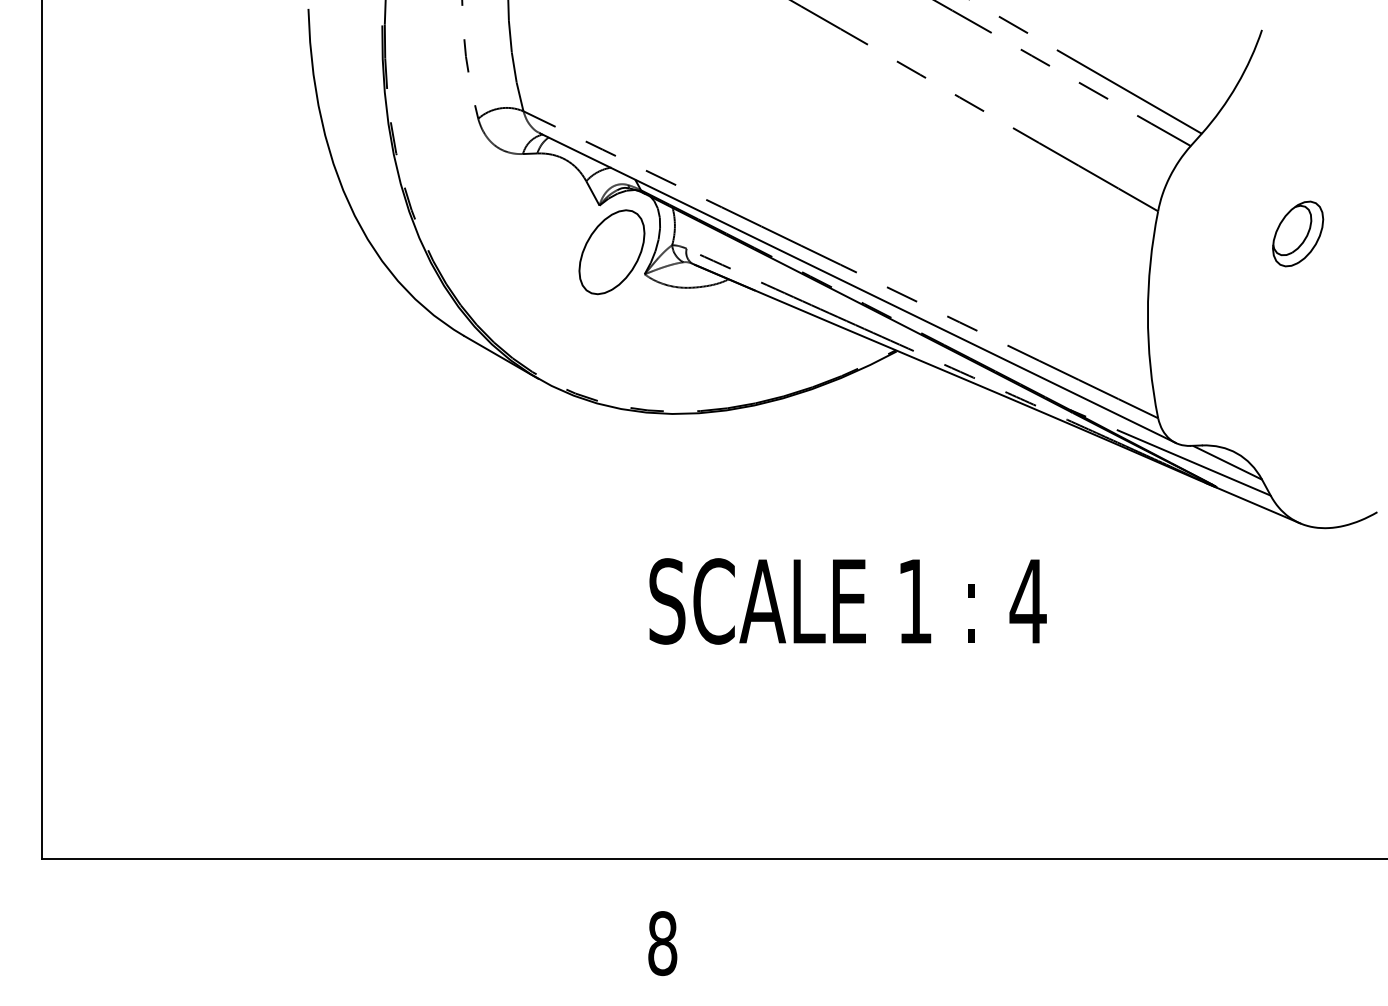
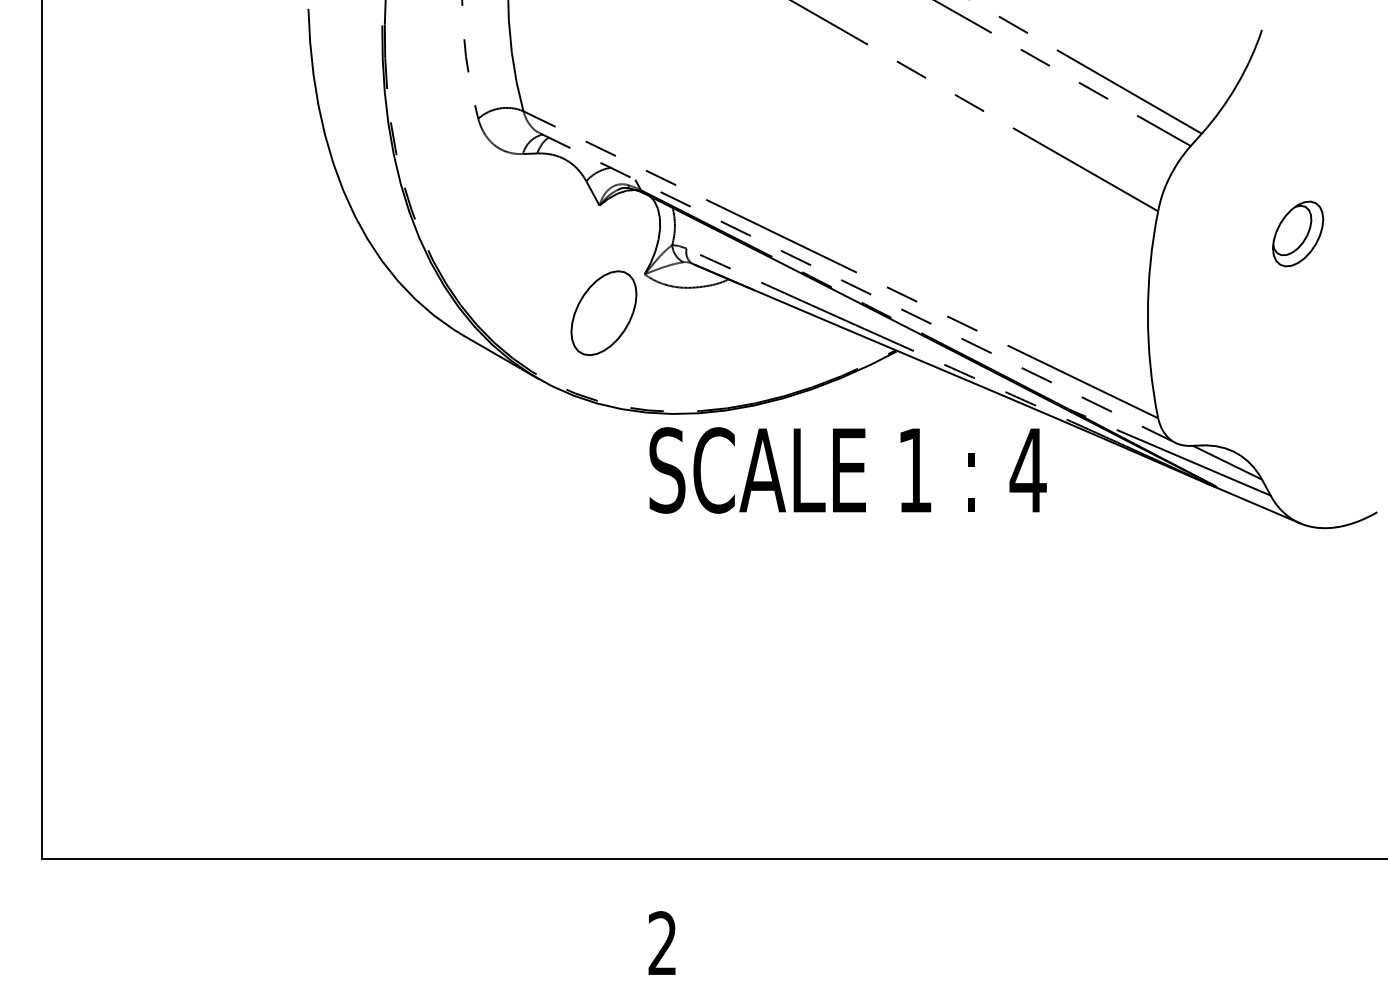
part at (611, 252) position: (611, 252) -> (603, 313)
line at (858, 288): solid -> dashed
text at (847, 601) position: (847, 601) -> (847, 470)
text at (662, 943): 8 -> 2
